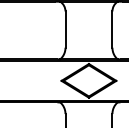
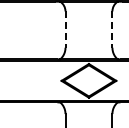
line at (65, 30): solid -> dashed
line at (112, 30): solid -> dashed
